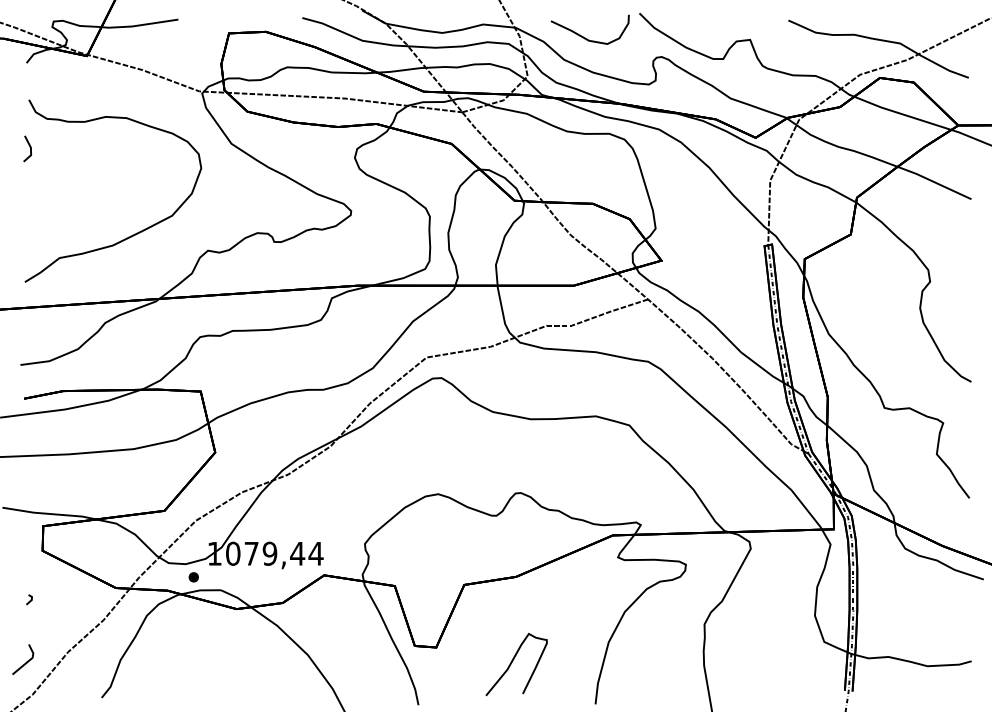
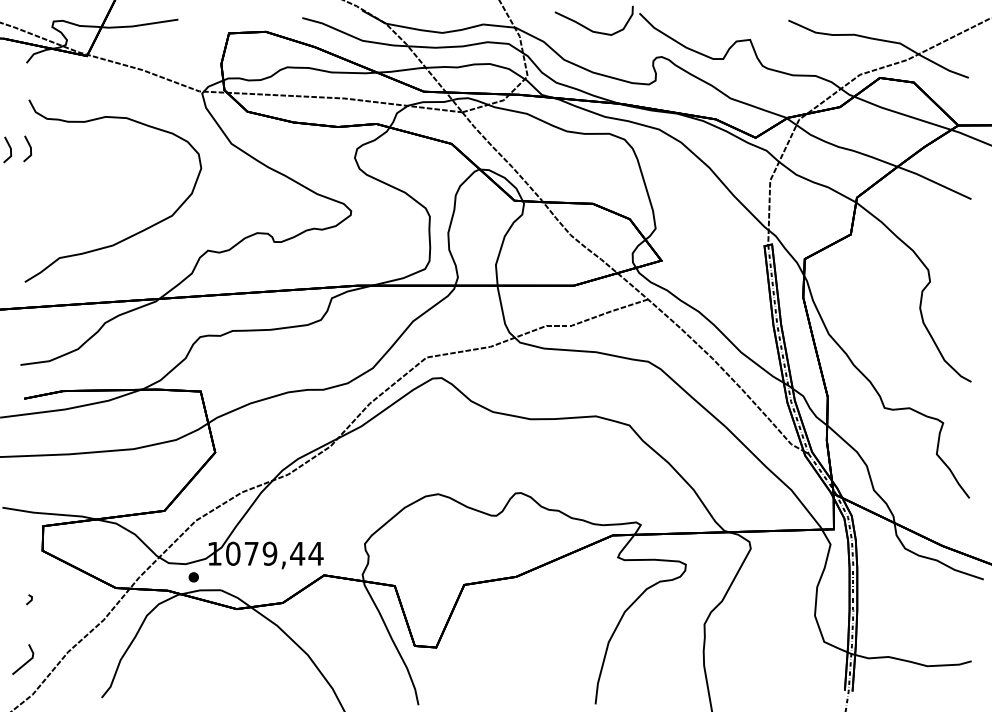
curve at (585, 37) position: (585, 37) -> (589, 28)
line at (9, 148): none -> present
curve at (513, 661): present -> none
